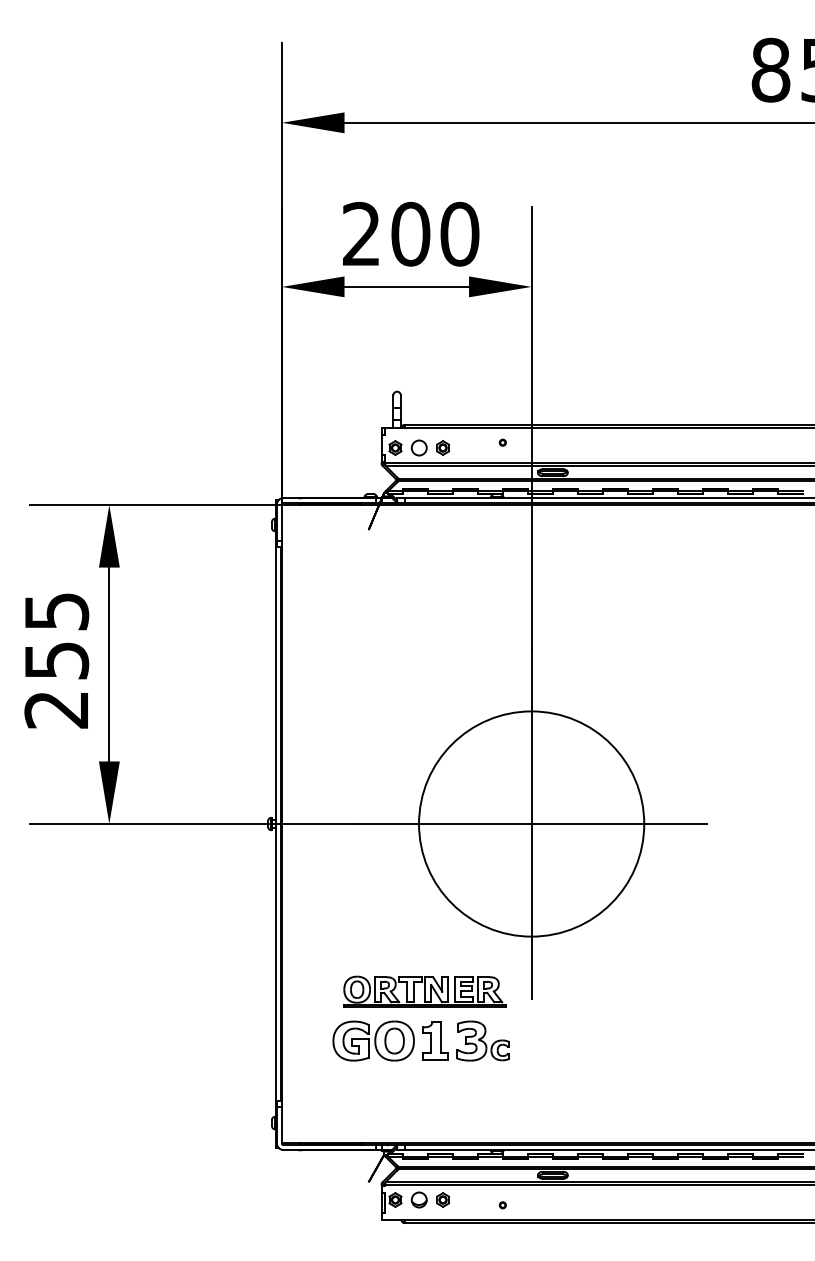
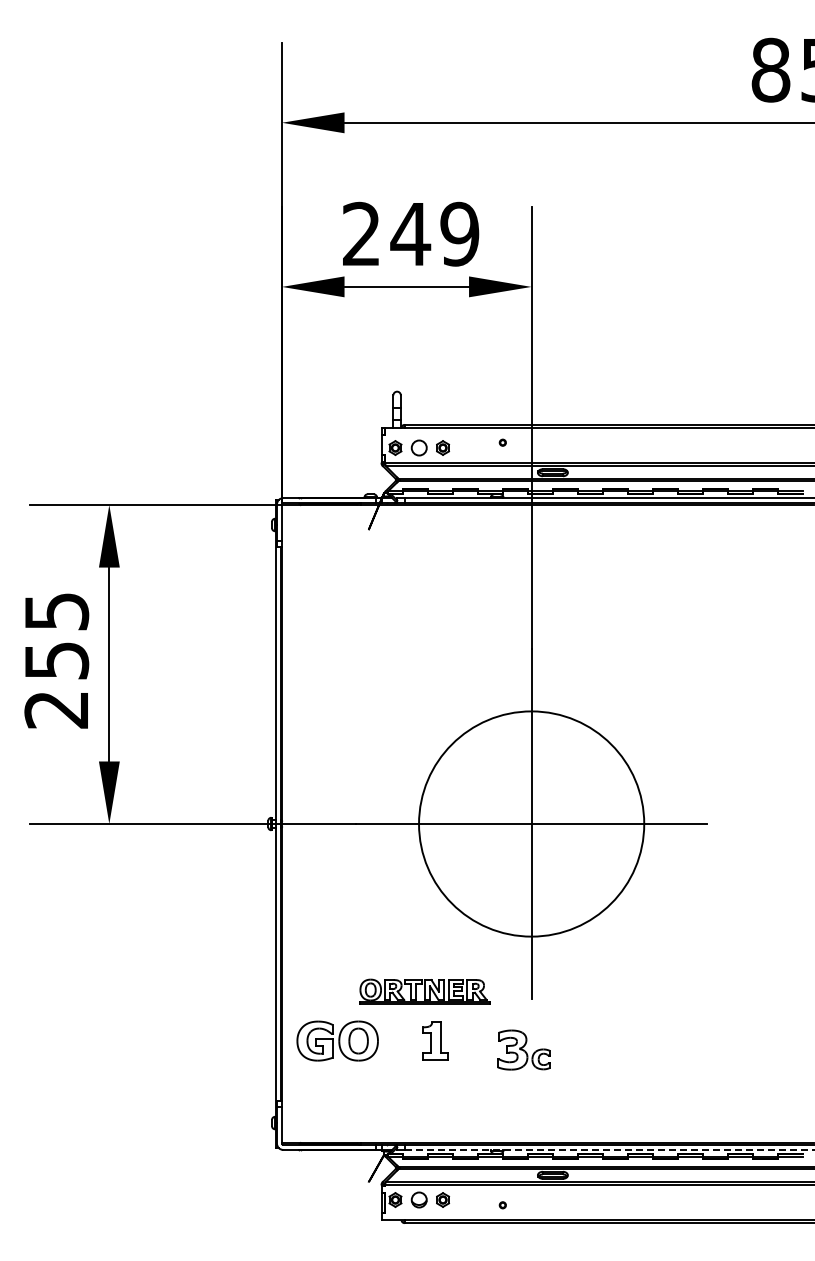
text at (434, 233): 200 -> 249
part at (424, 991) size: 164x33 px -> 132x27 px
part at (373, 1040) position: (373, 1040) -> (337, 1040)
part at (482, 1040) position: (482, 1040) -> (523, 1049)
line at (609, 1149): solid -> dashed
